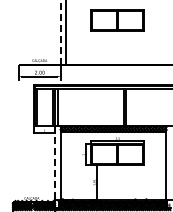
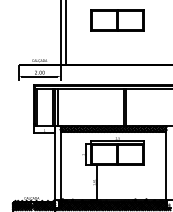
line at (61, 33): dashed -> solid
line at (55, 163): dashed -> solid
